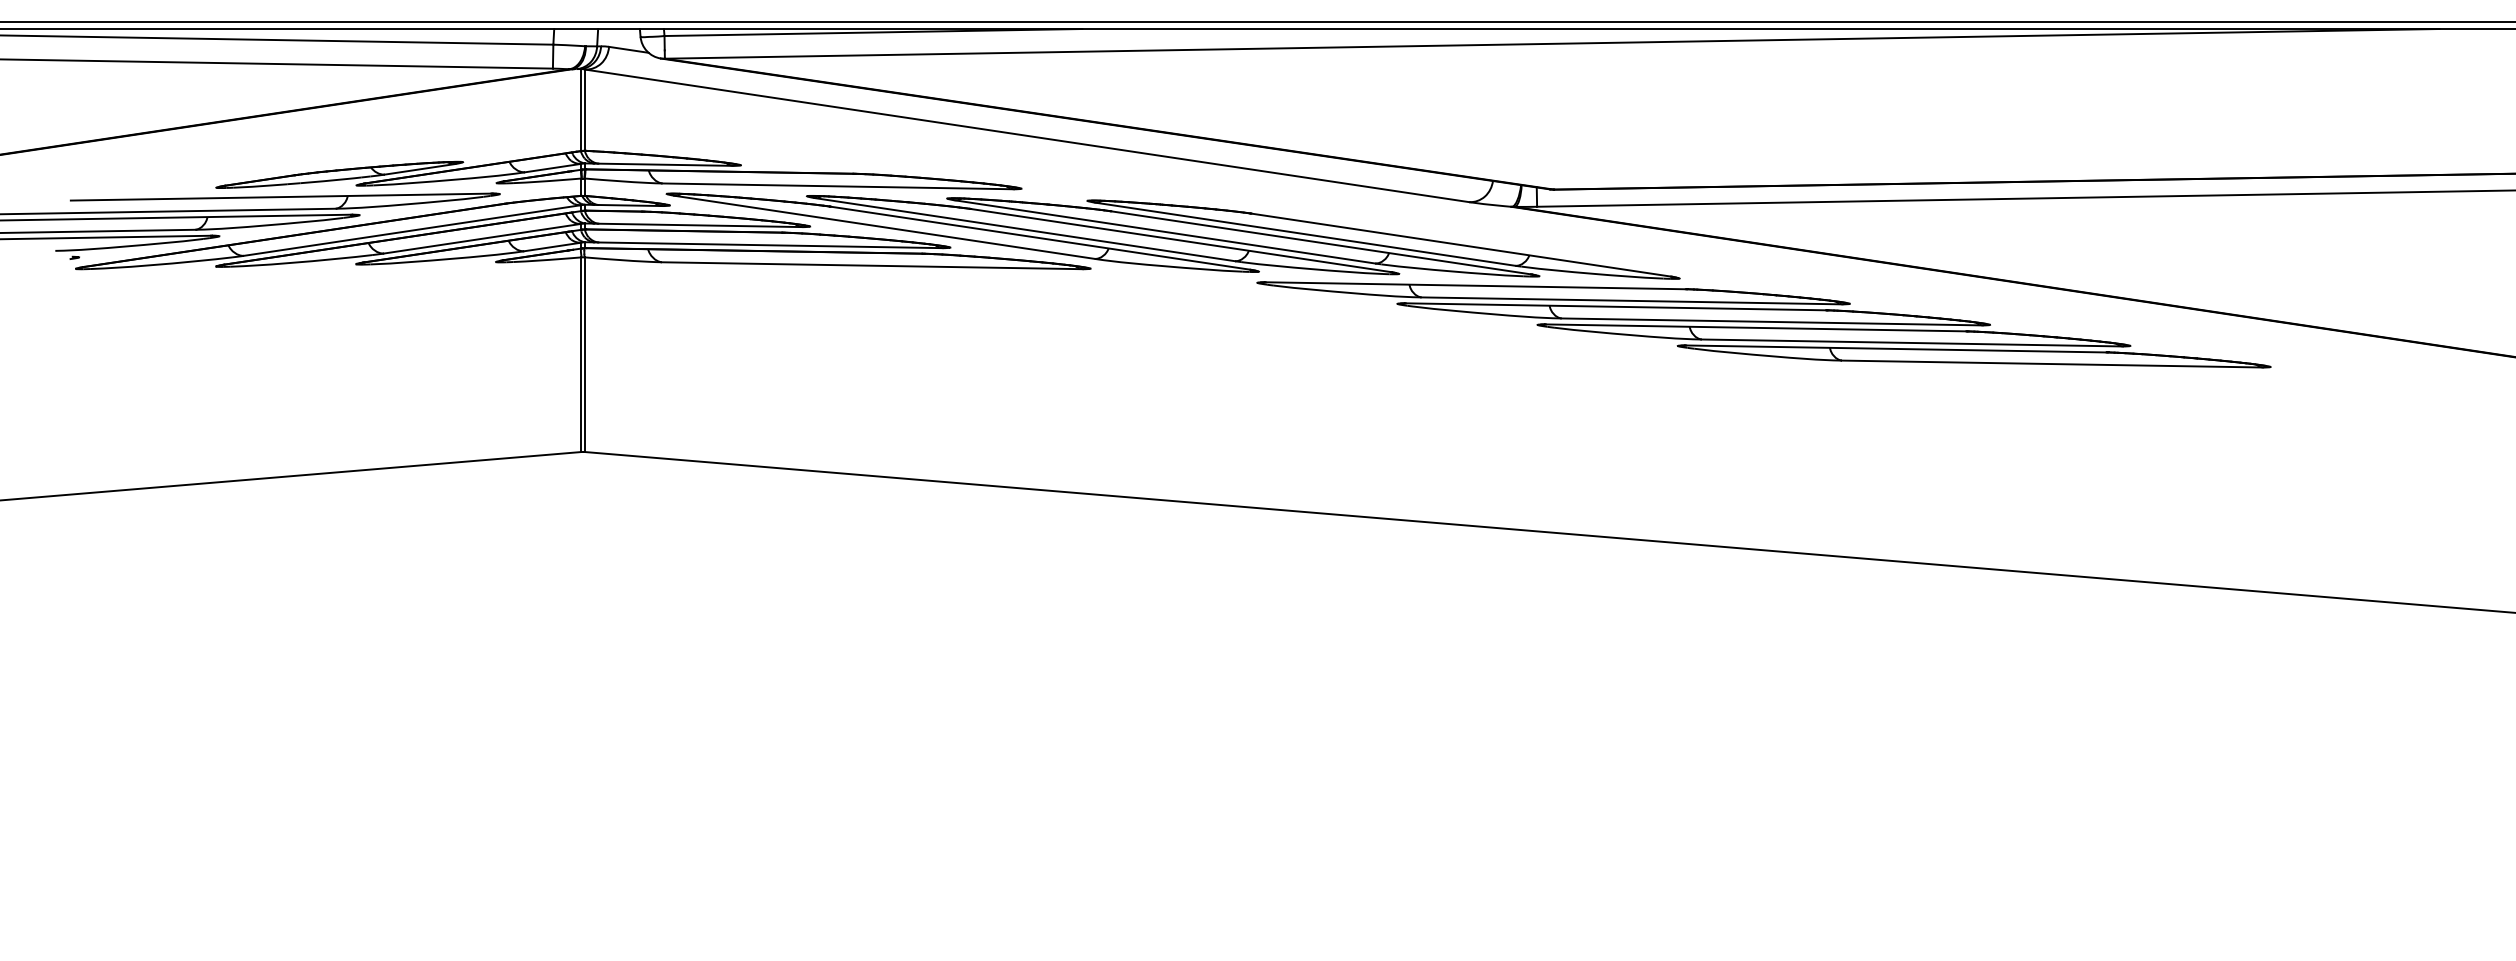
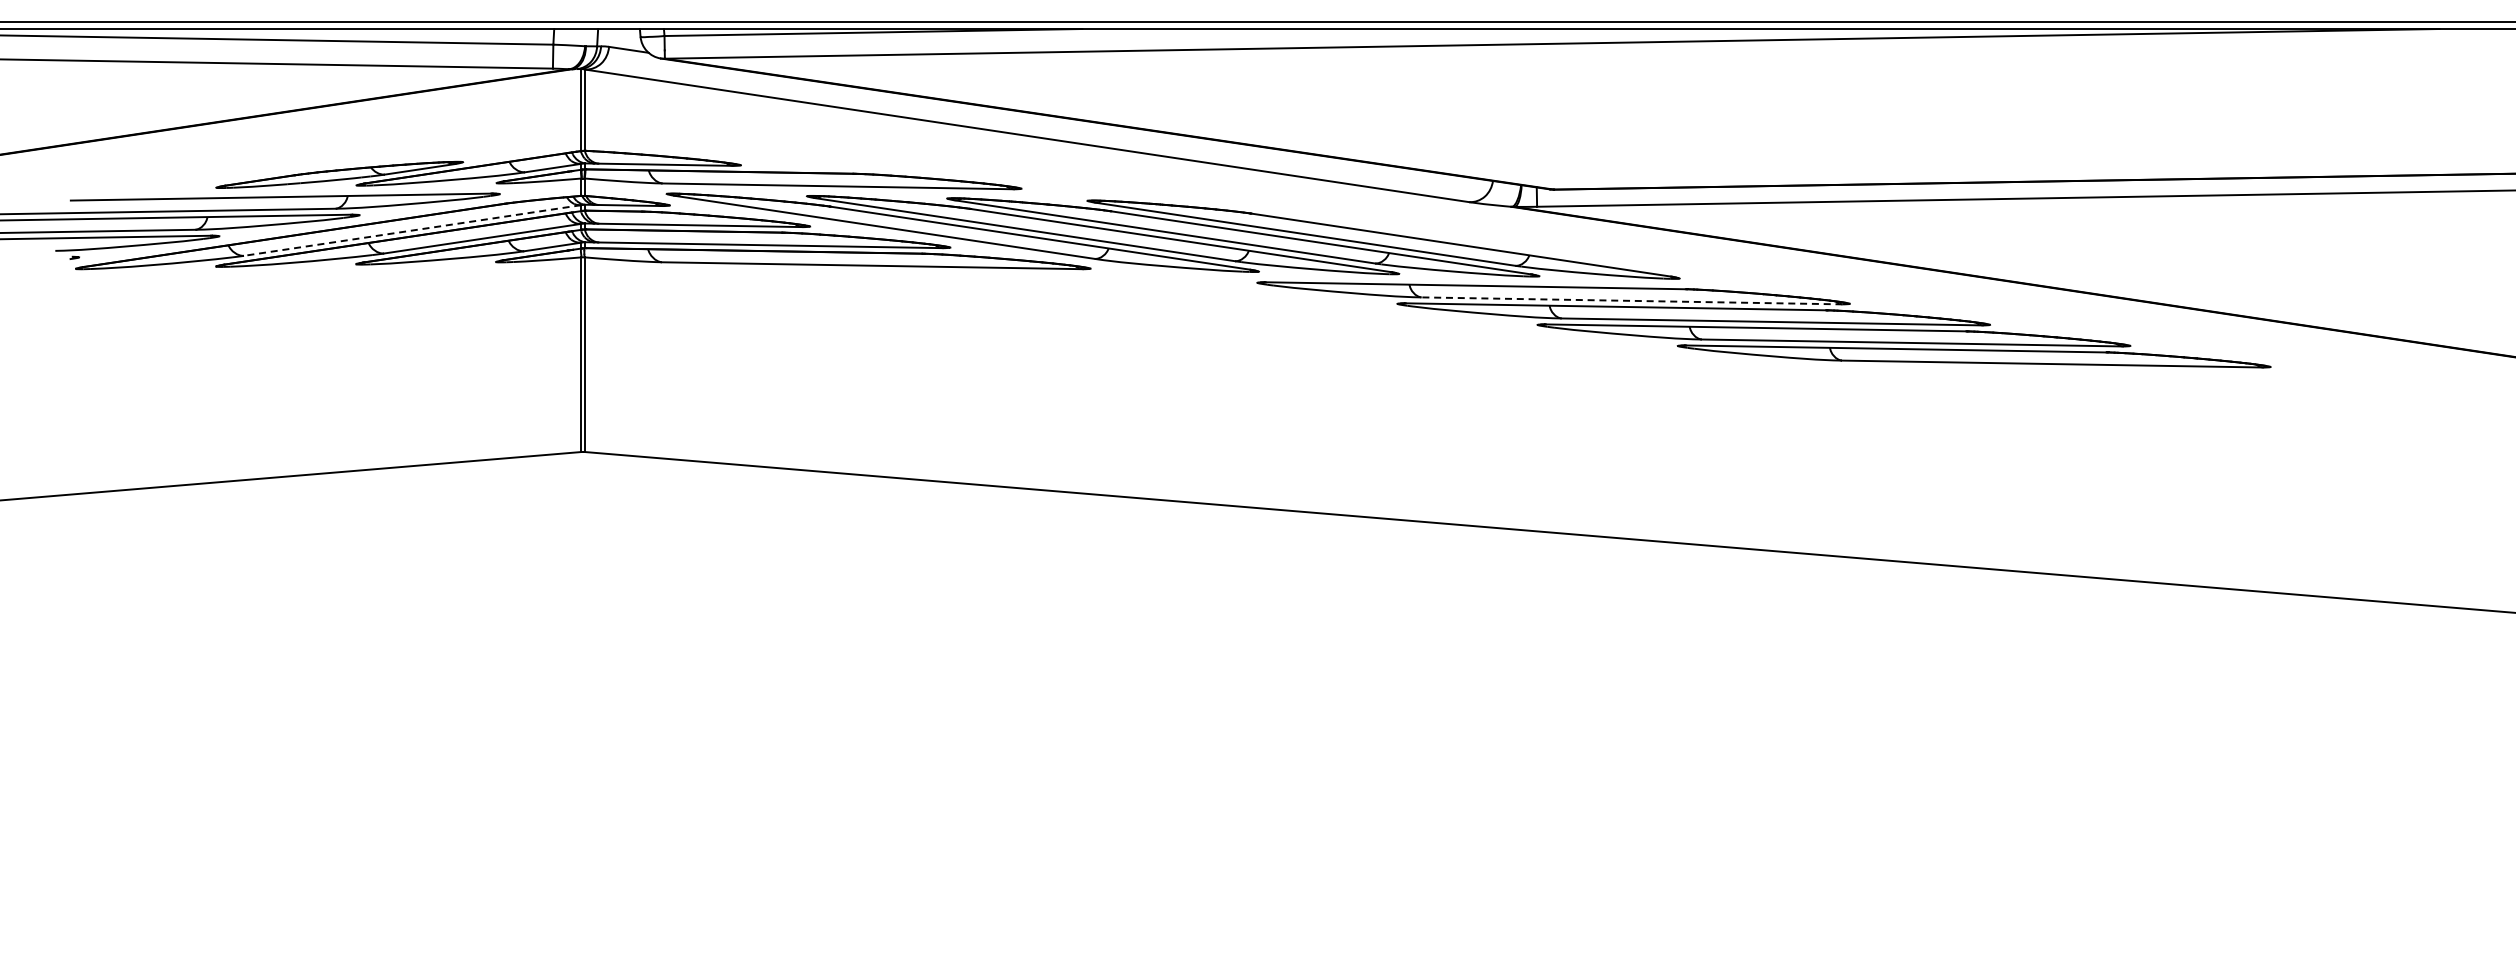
line at (412, 230): solid -> dashed
line at (1631, 300): solid -> dashed
